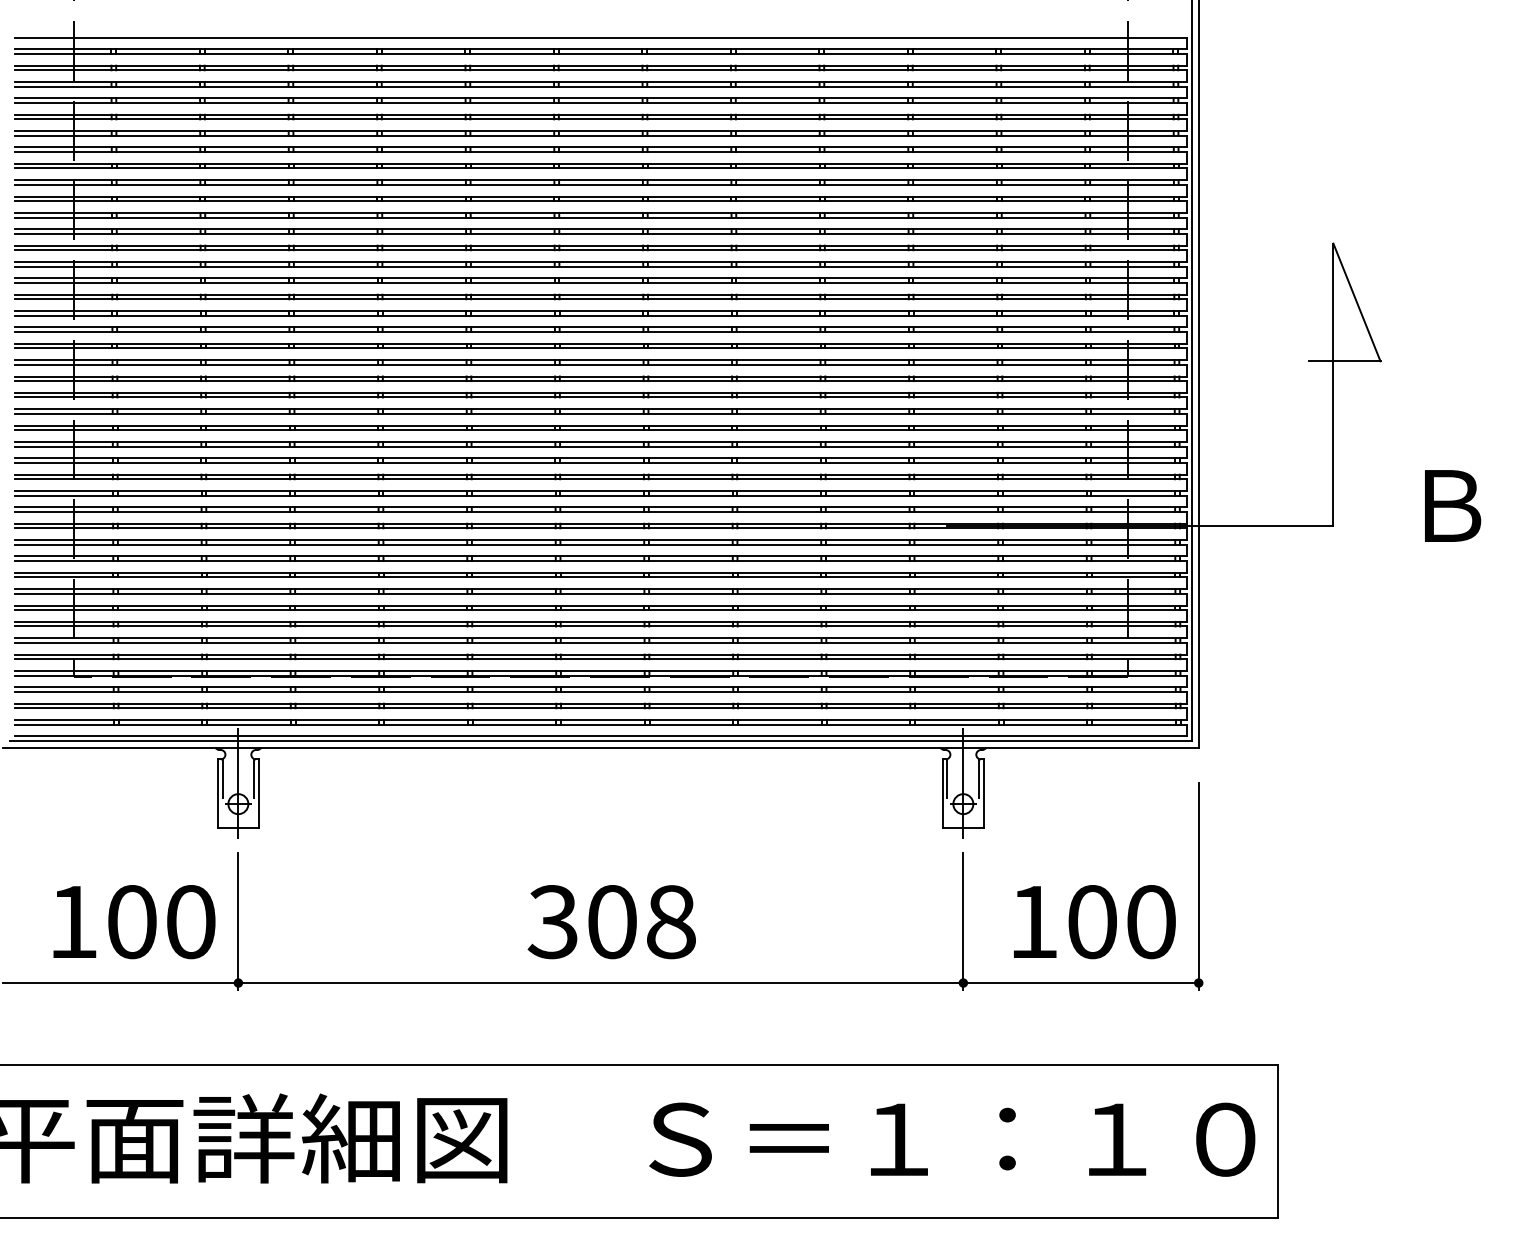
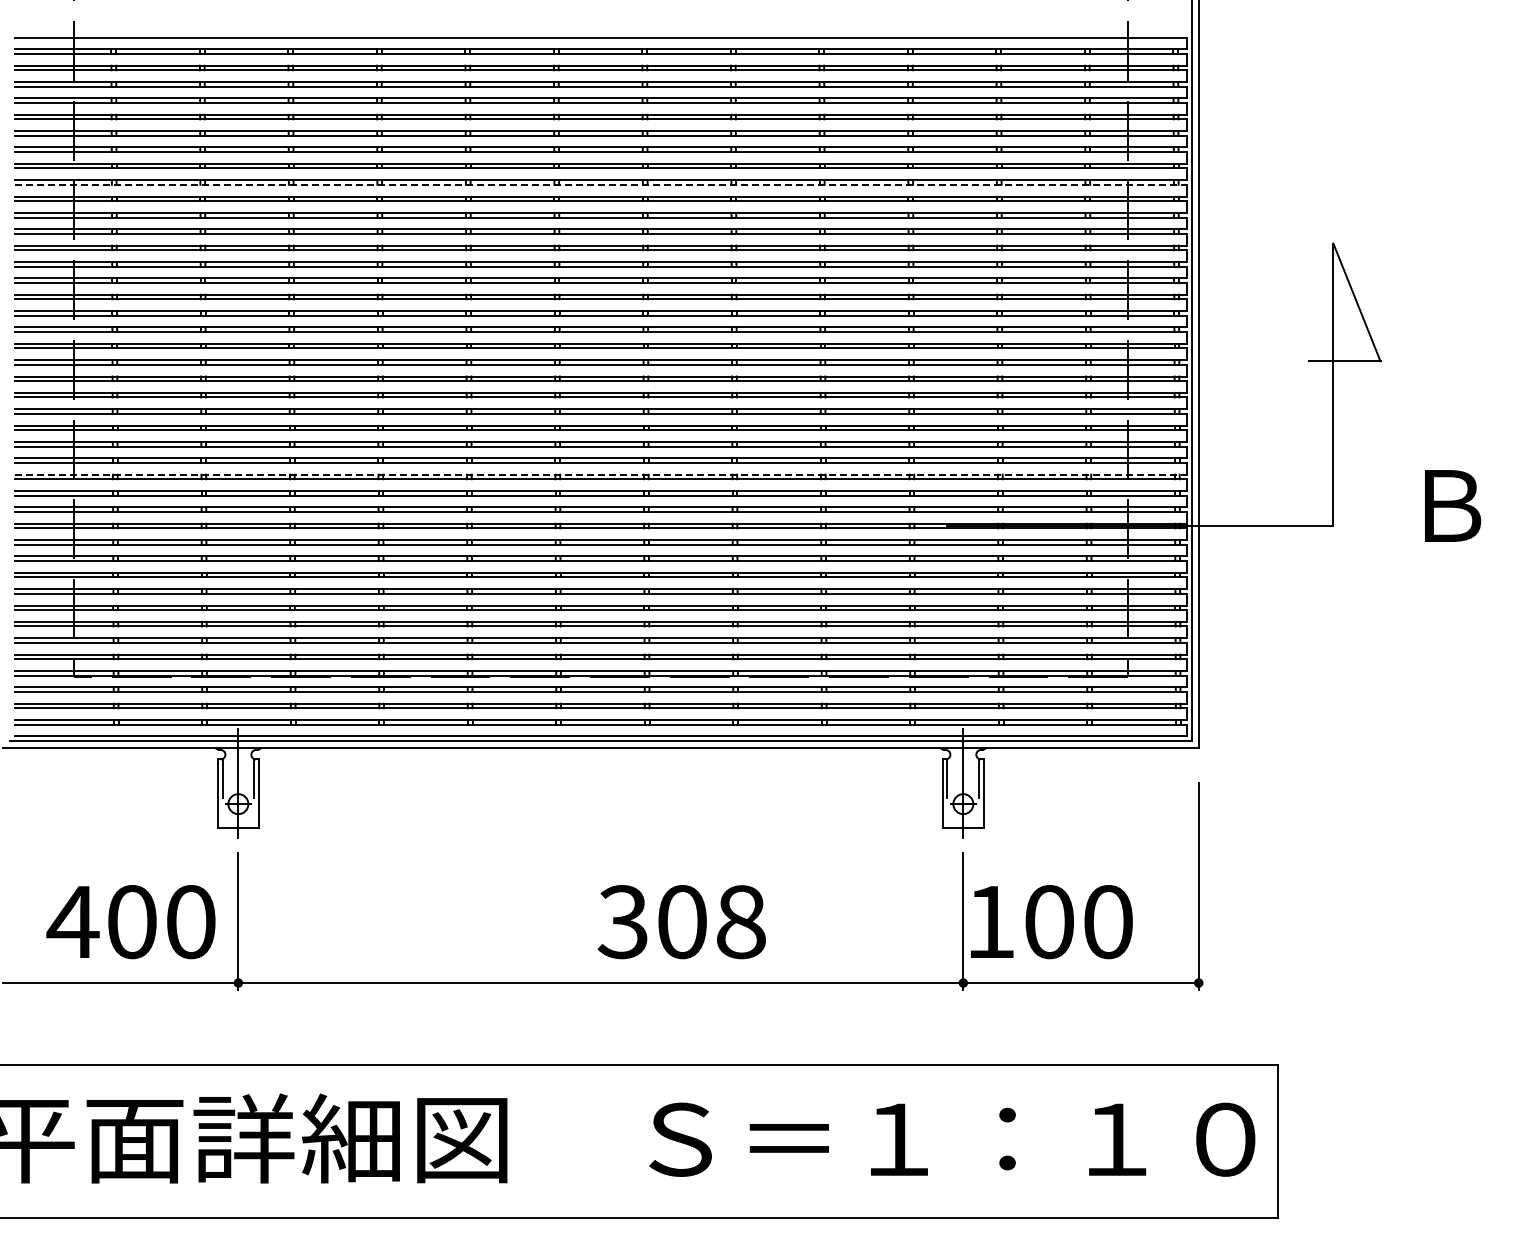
line at (601, 184): solid -> dashed
line at (601, 474): solid -> dashed
text at (72, 921): 100 -> 400
text at (611, 922) position: (611, 922) -> (681, 922)
text at (1094, 922) position: (1094, 922) -> (1051, 922)
